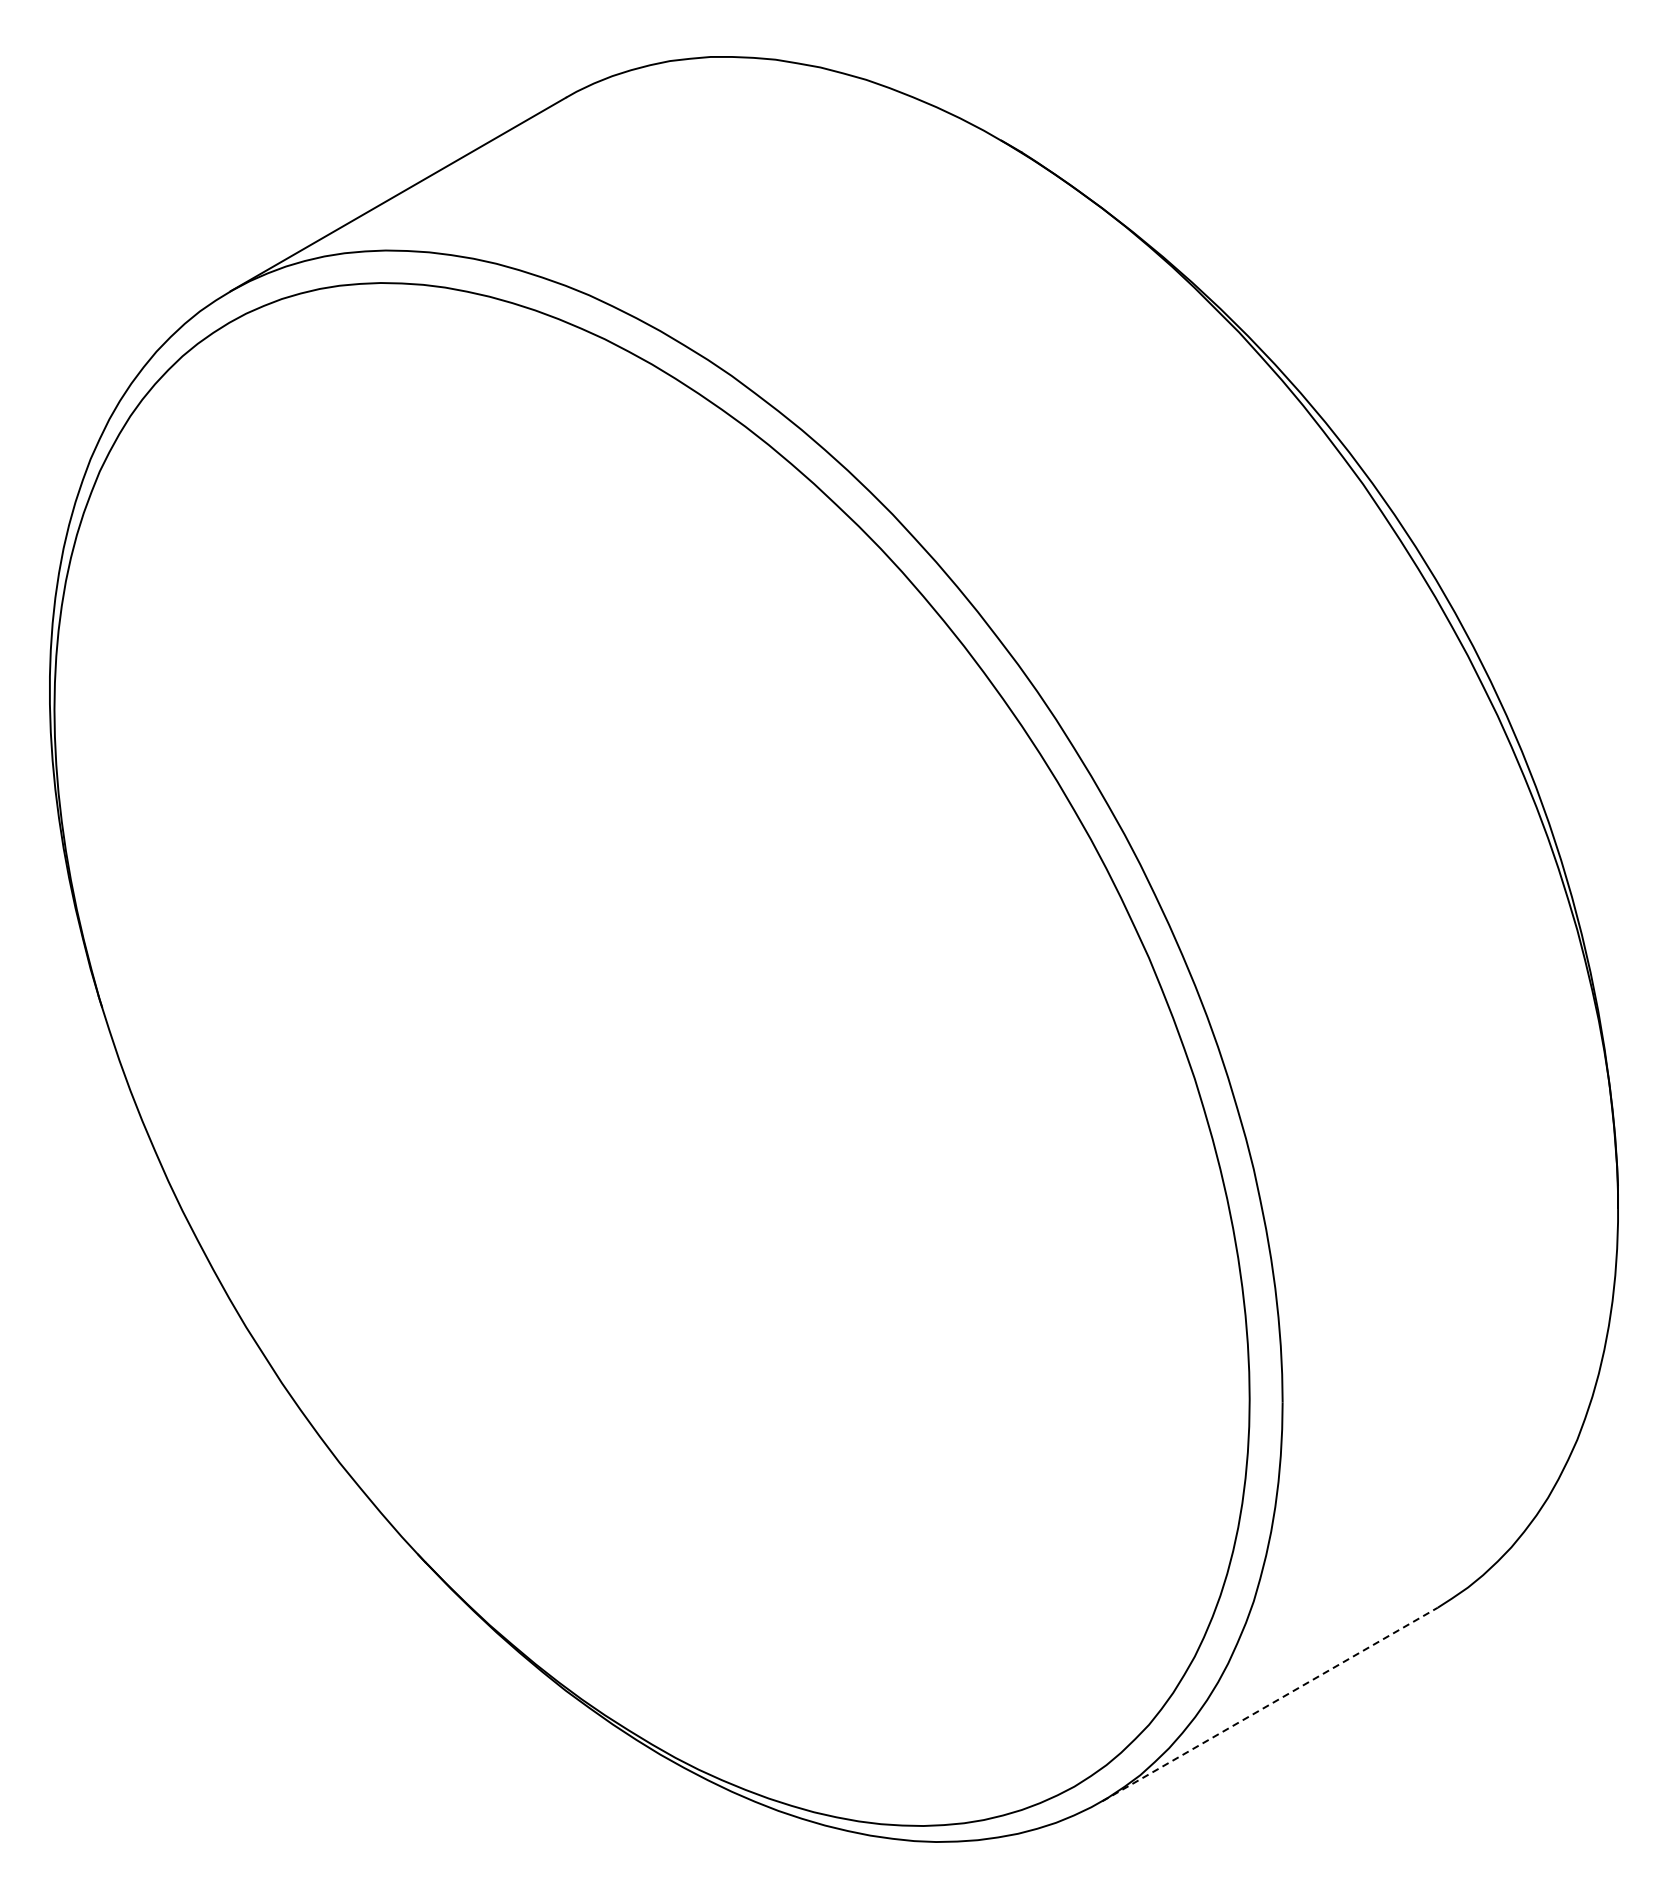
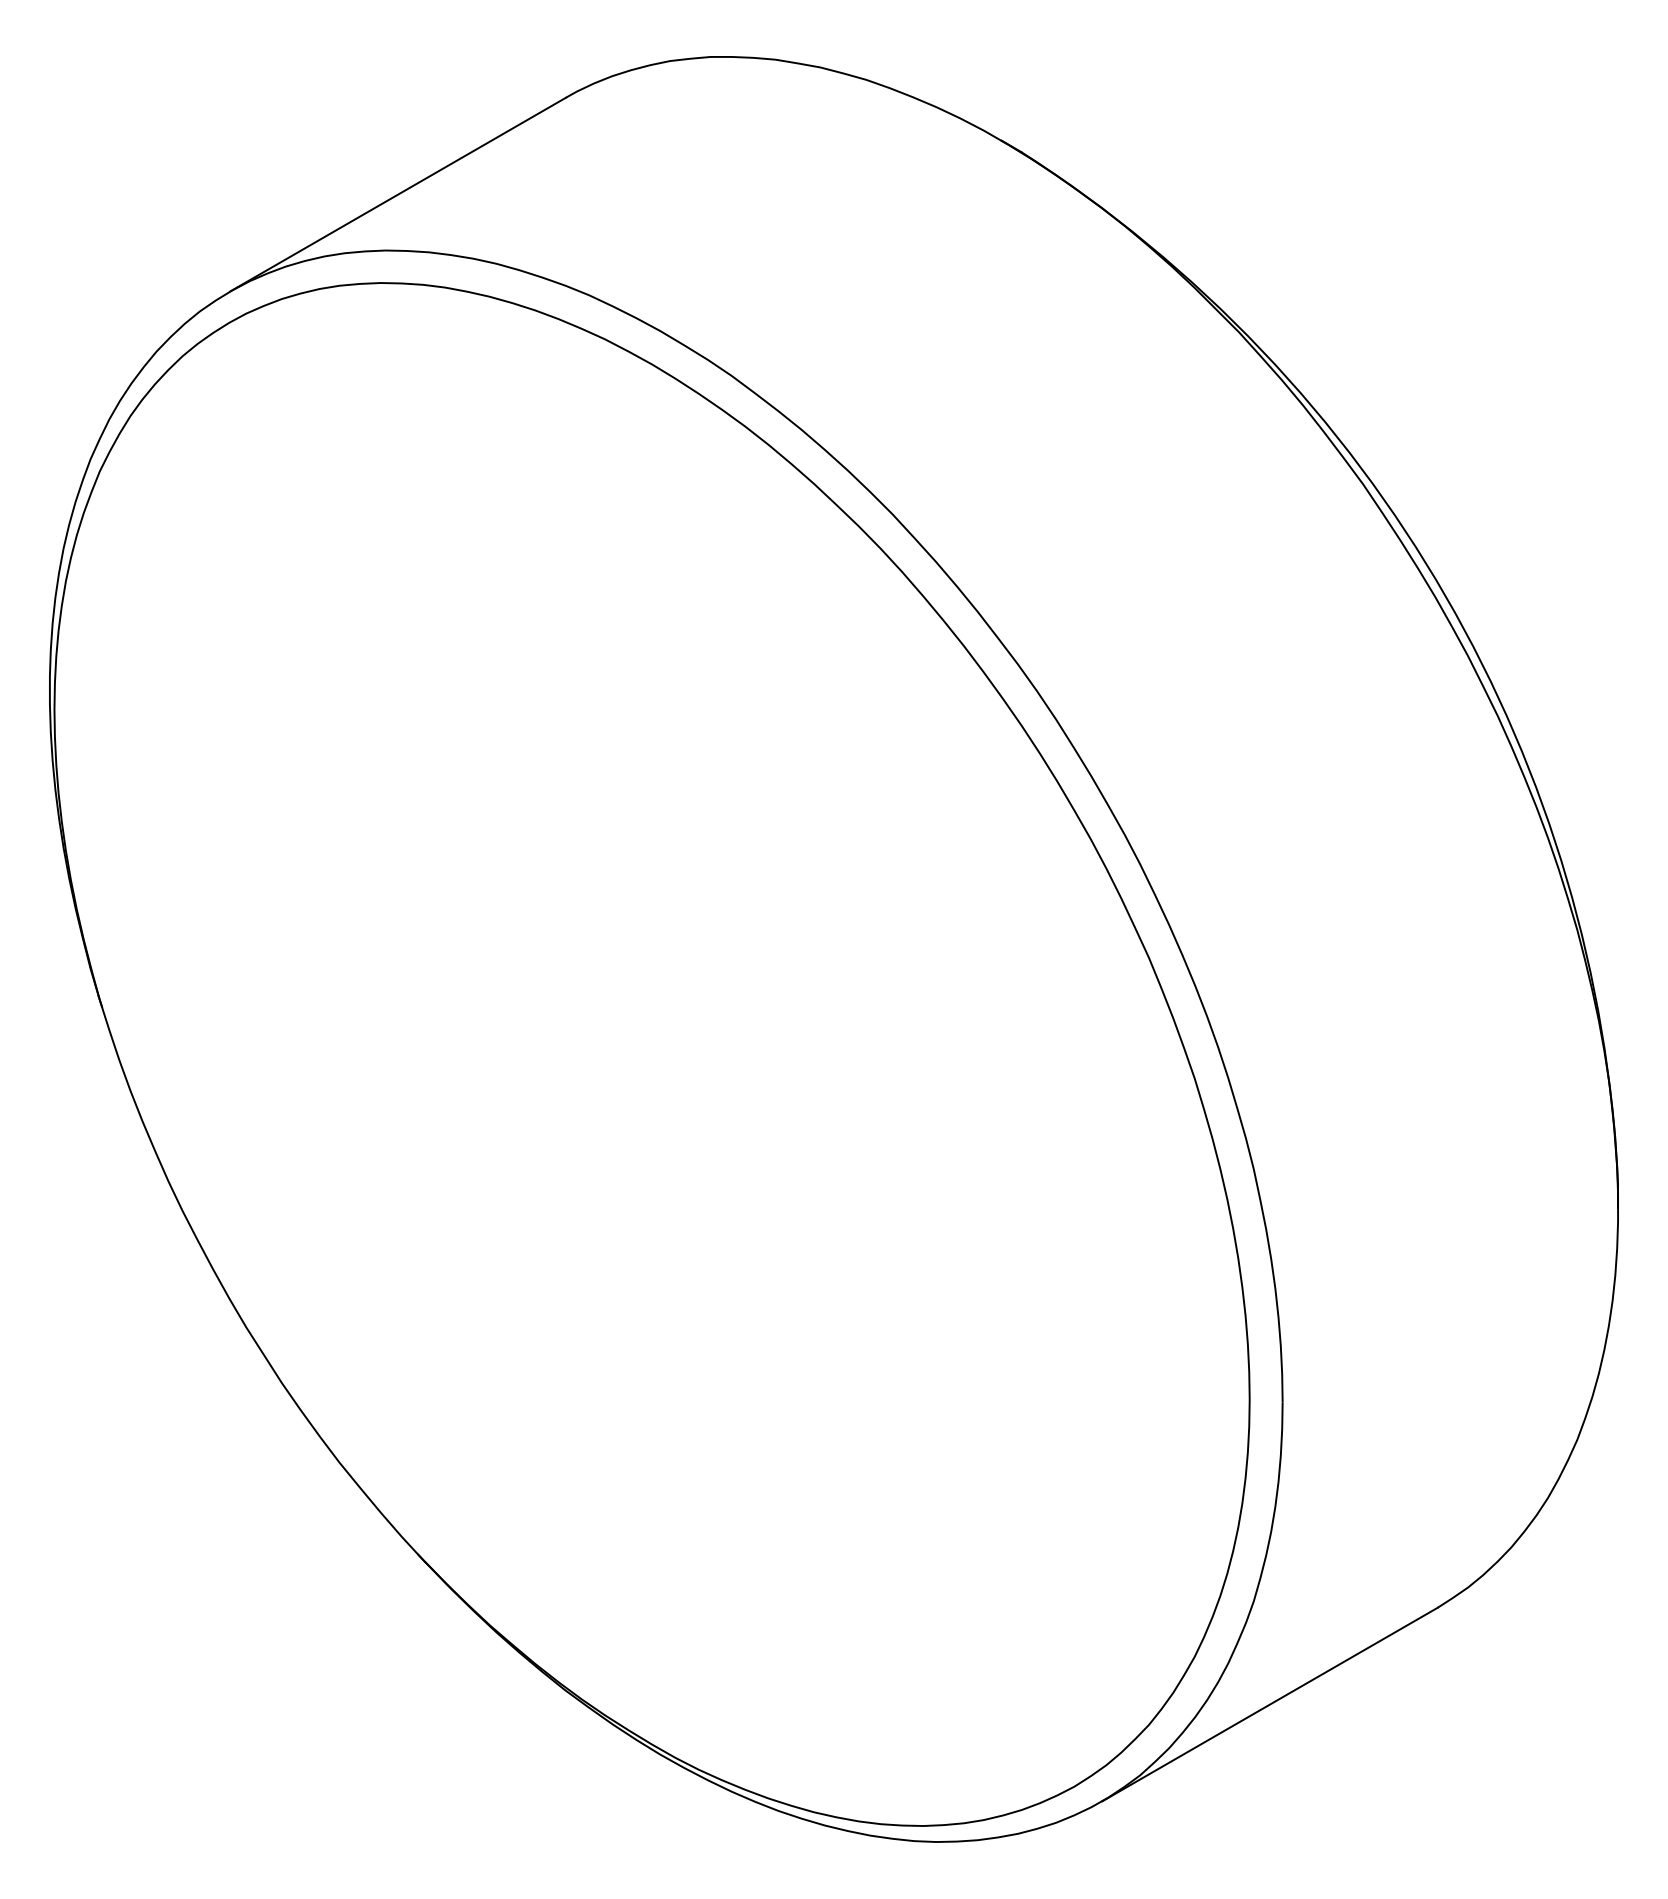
line at (1270, 1704): dashed -> solid
